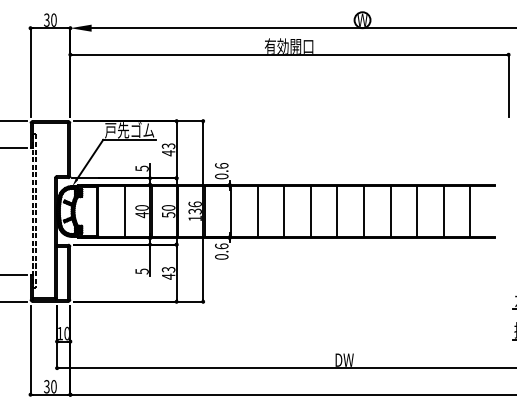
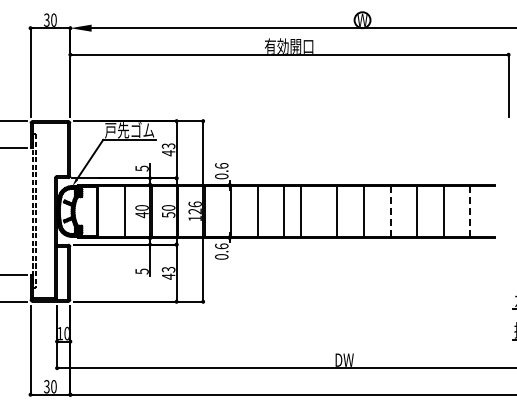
text at (195, 211): 136 -> 126
line at (310, 211) position: (310, 211) -> (300, 211)
line at (390, 211): solid -> dashed
line at (470, 211): solid -> dashed
